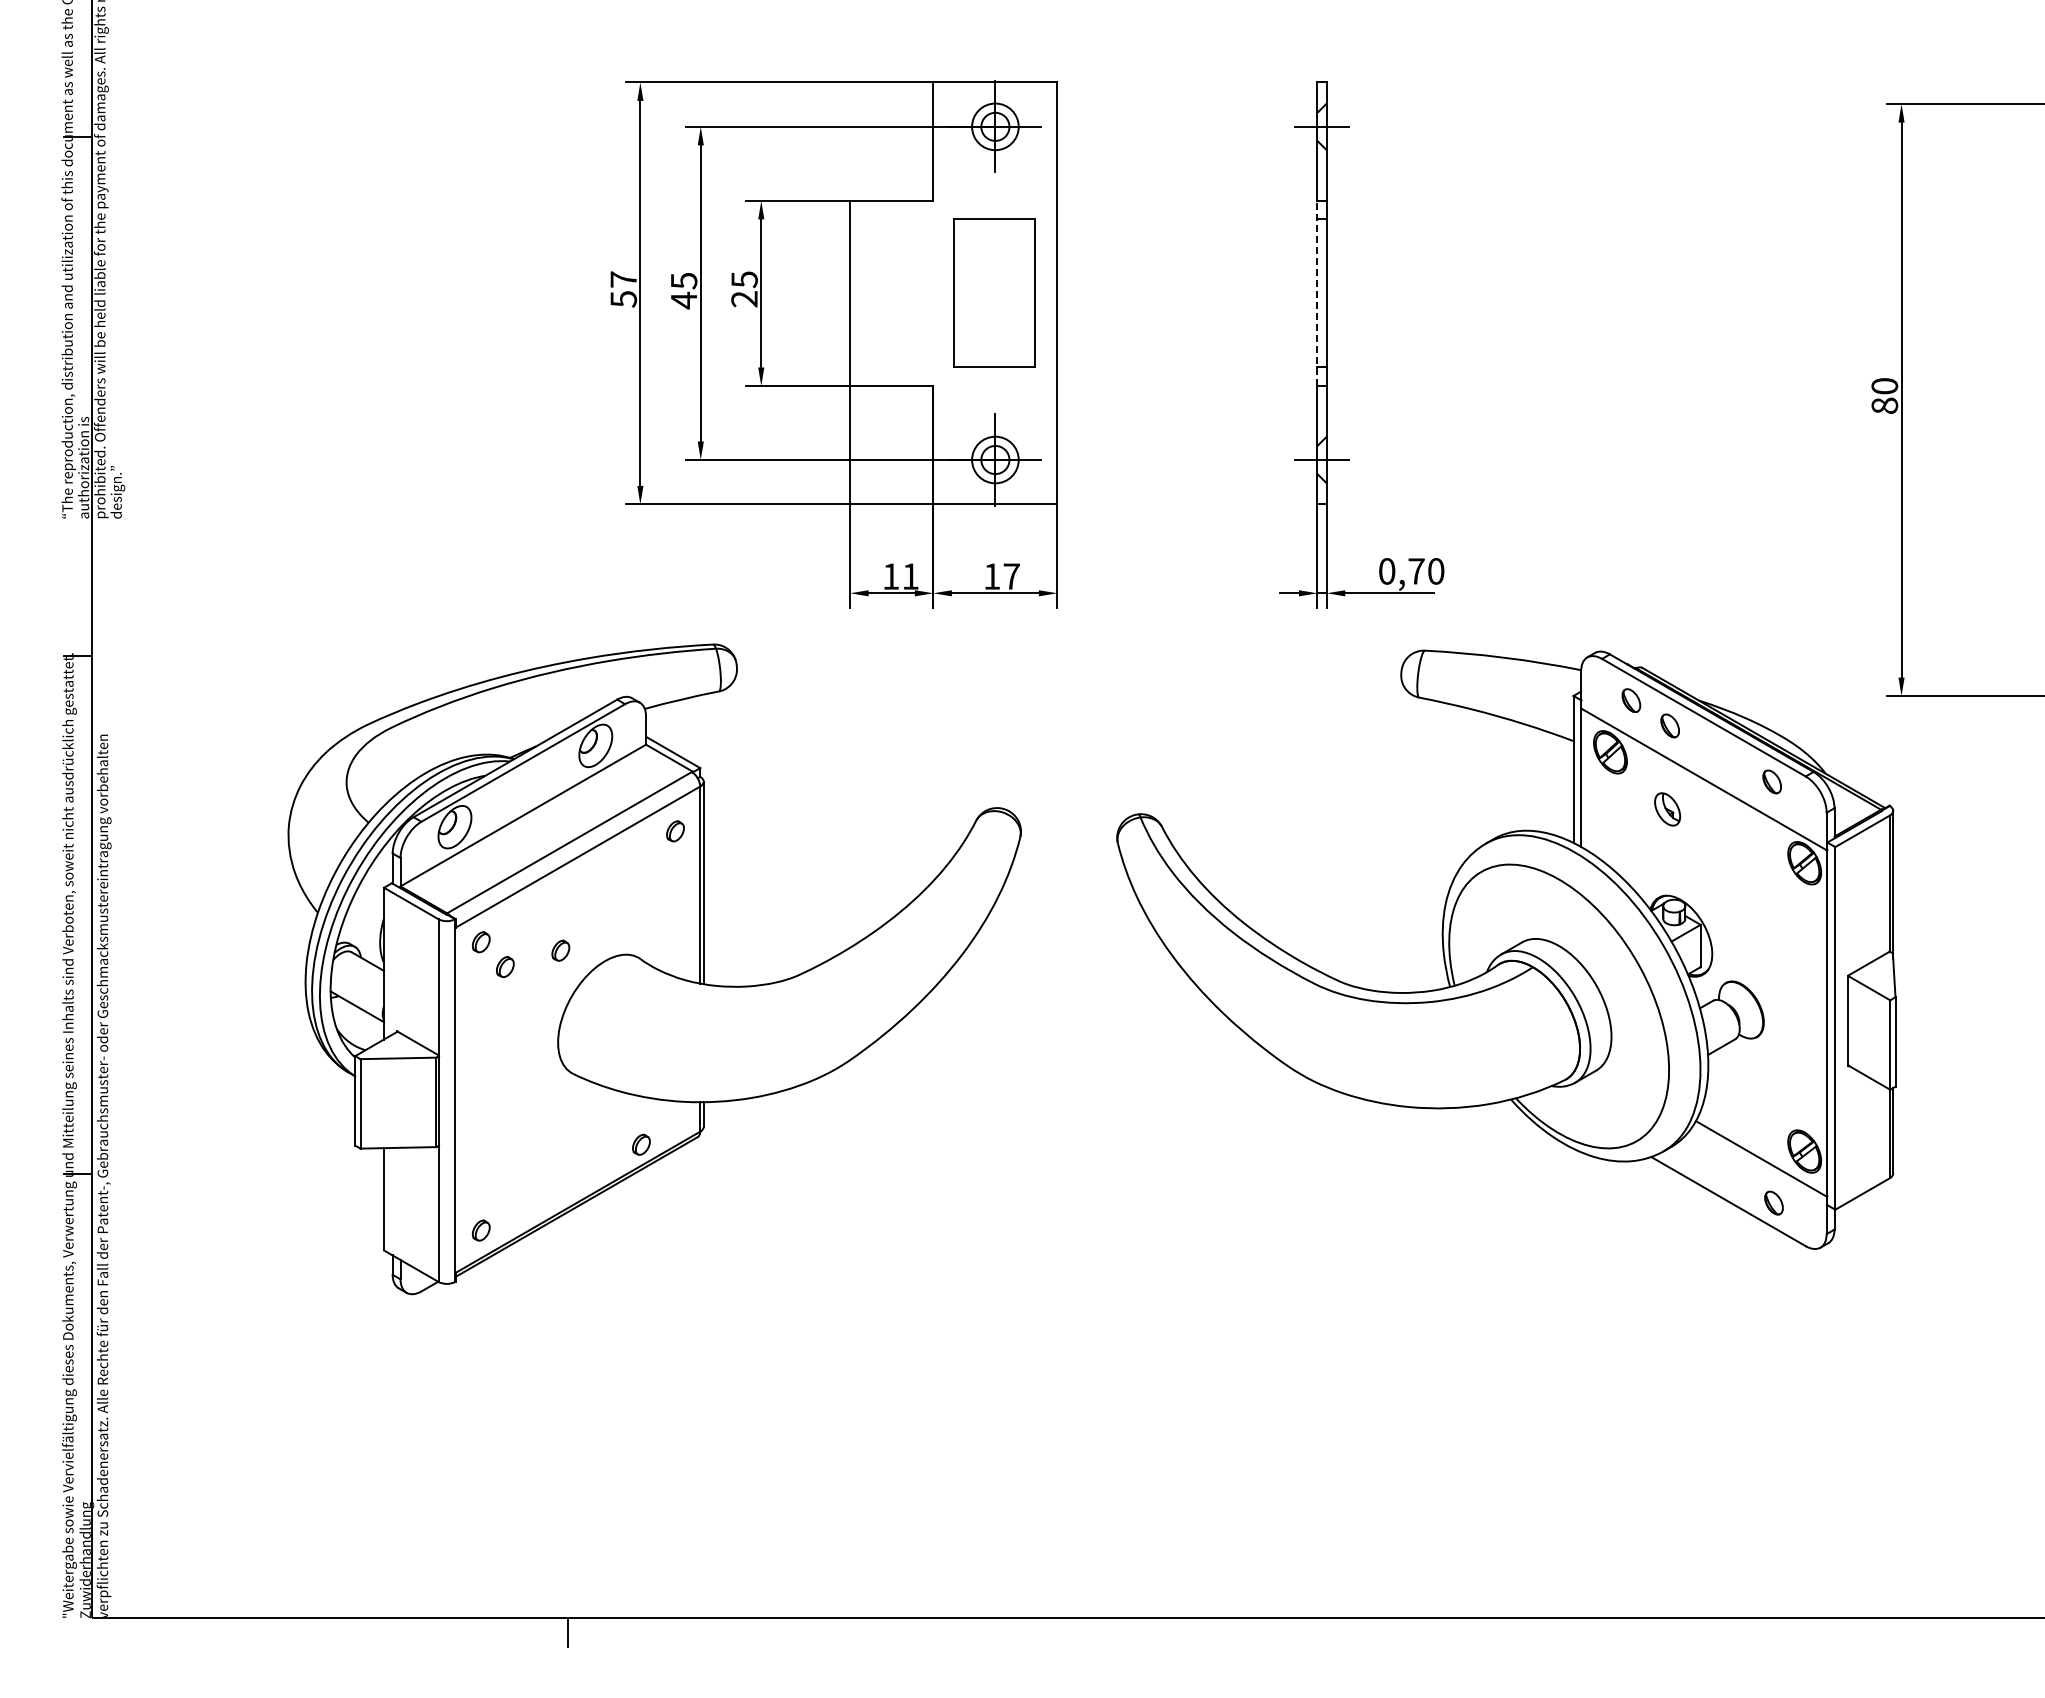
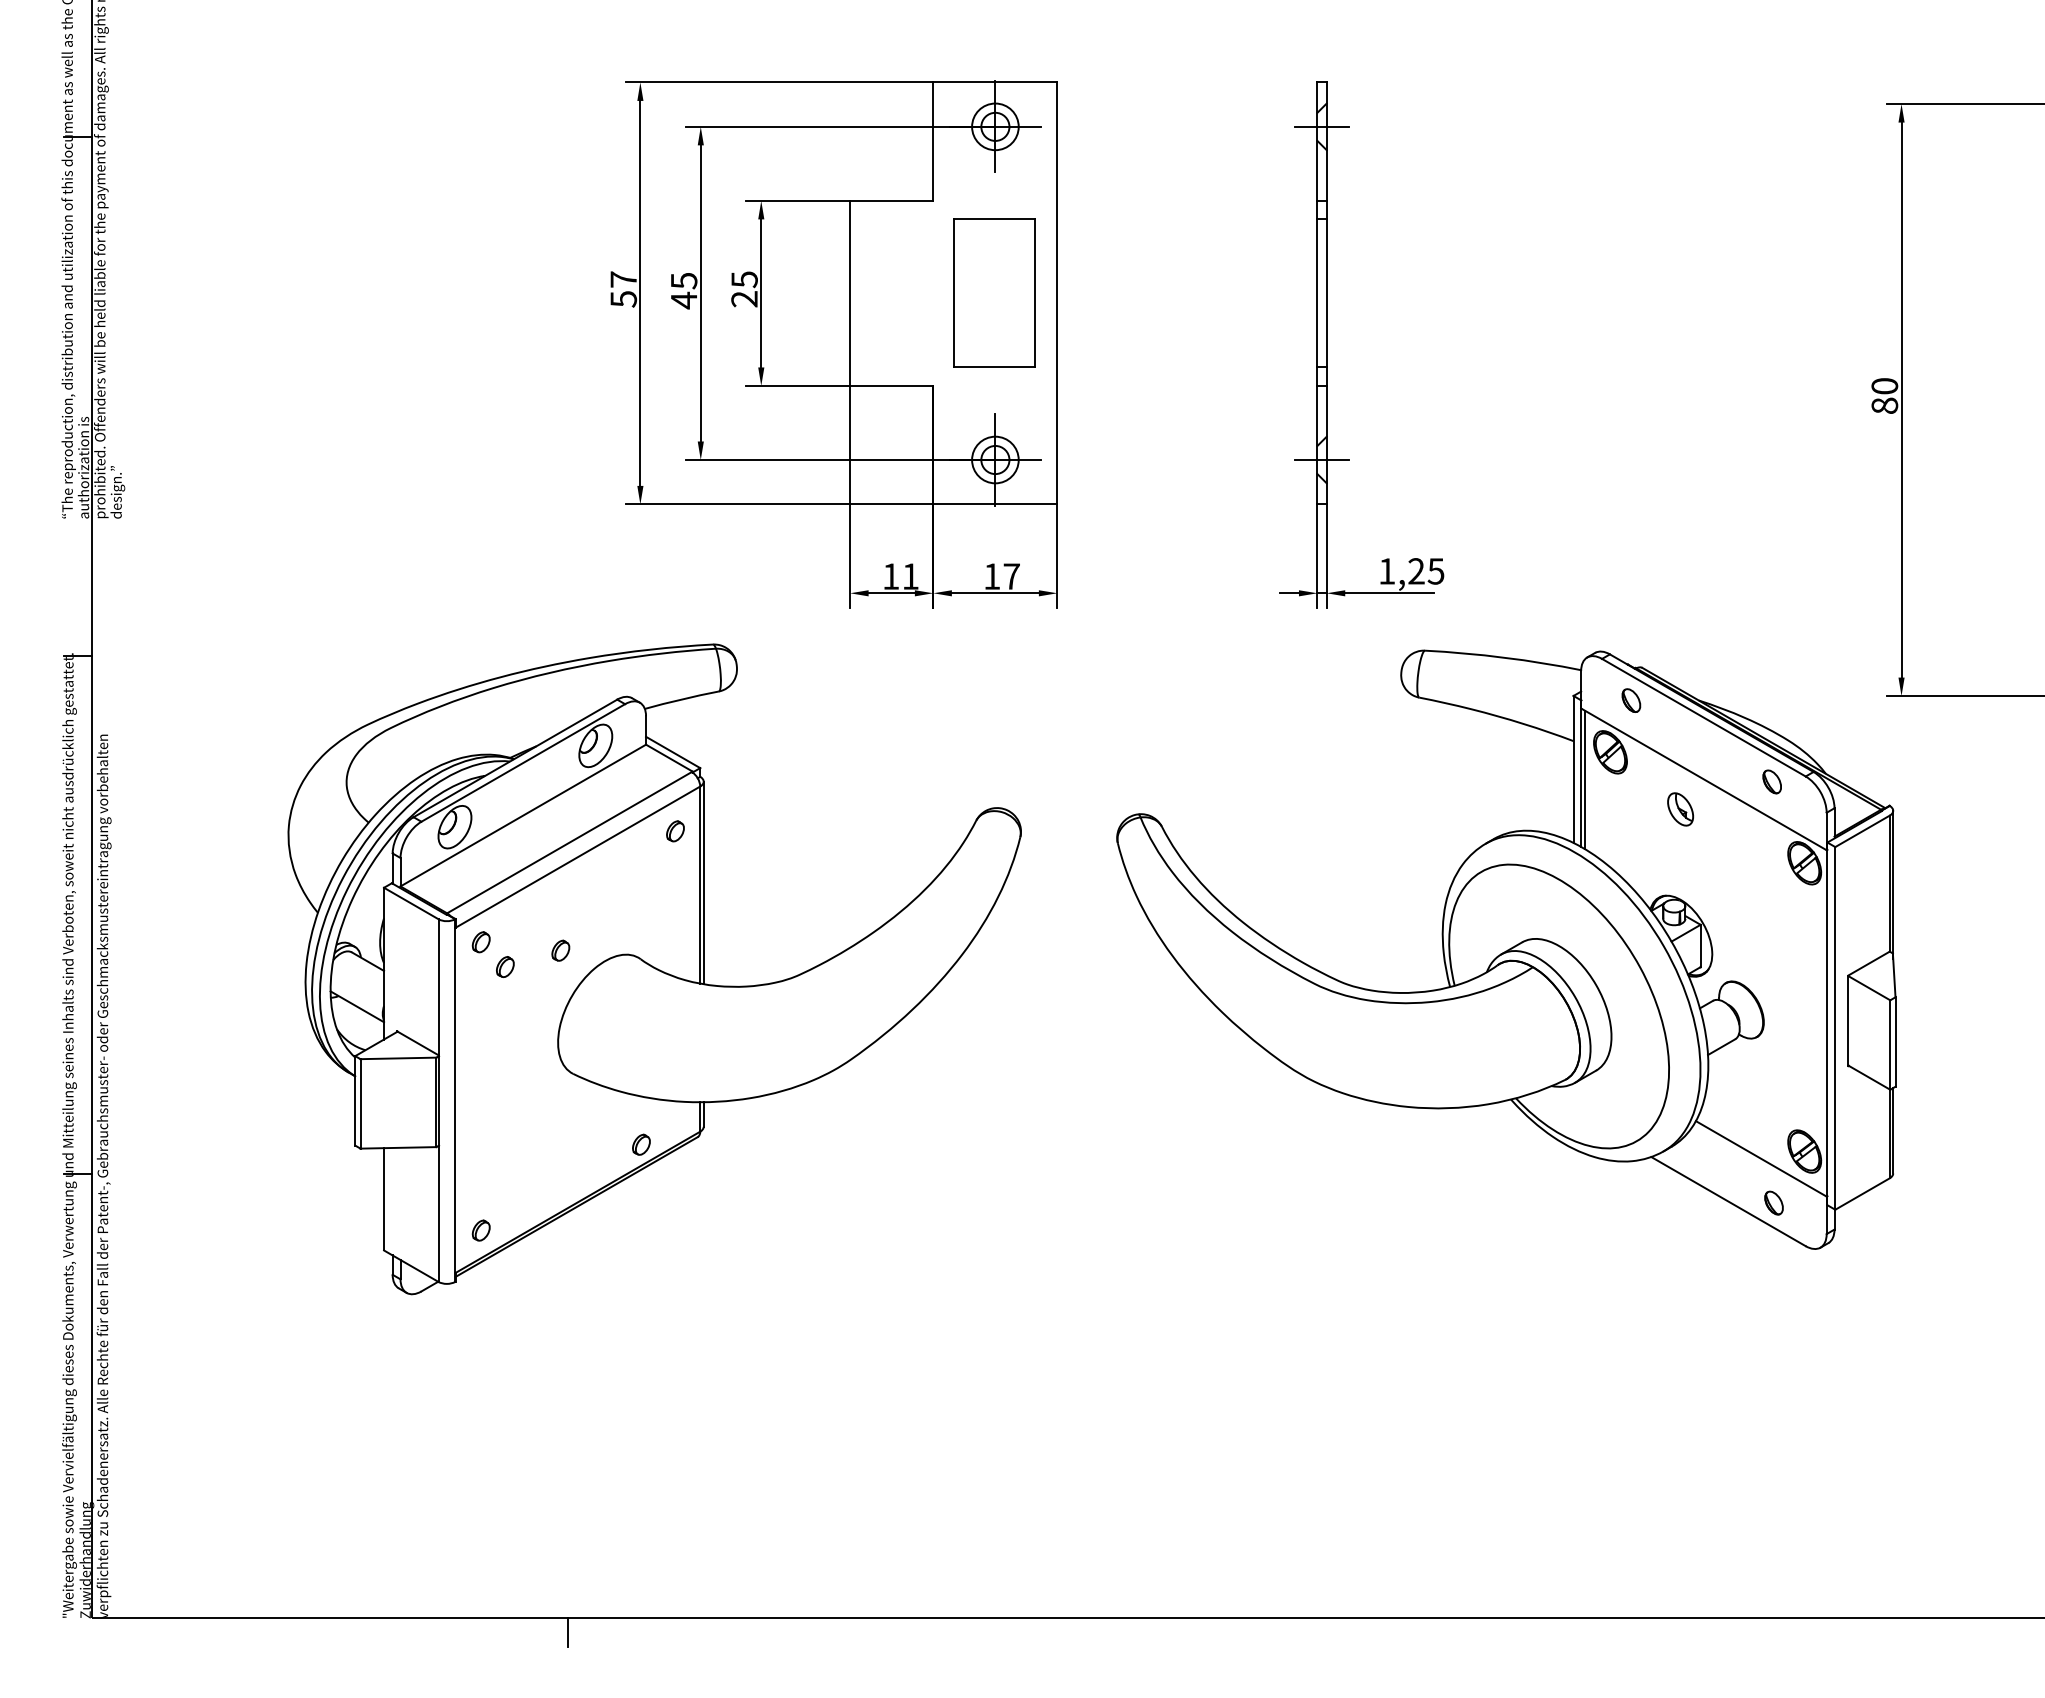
line at (1317, 293): dashed -> solid
text at (1411, 571): 0,70 -> 1,25
part at (1669, 725): present -> none
line at (1585, 779): none -> present
part at (1667, 809) position: (1667, 809) -> (1680, 809)
